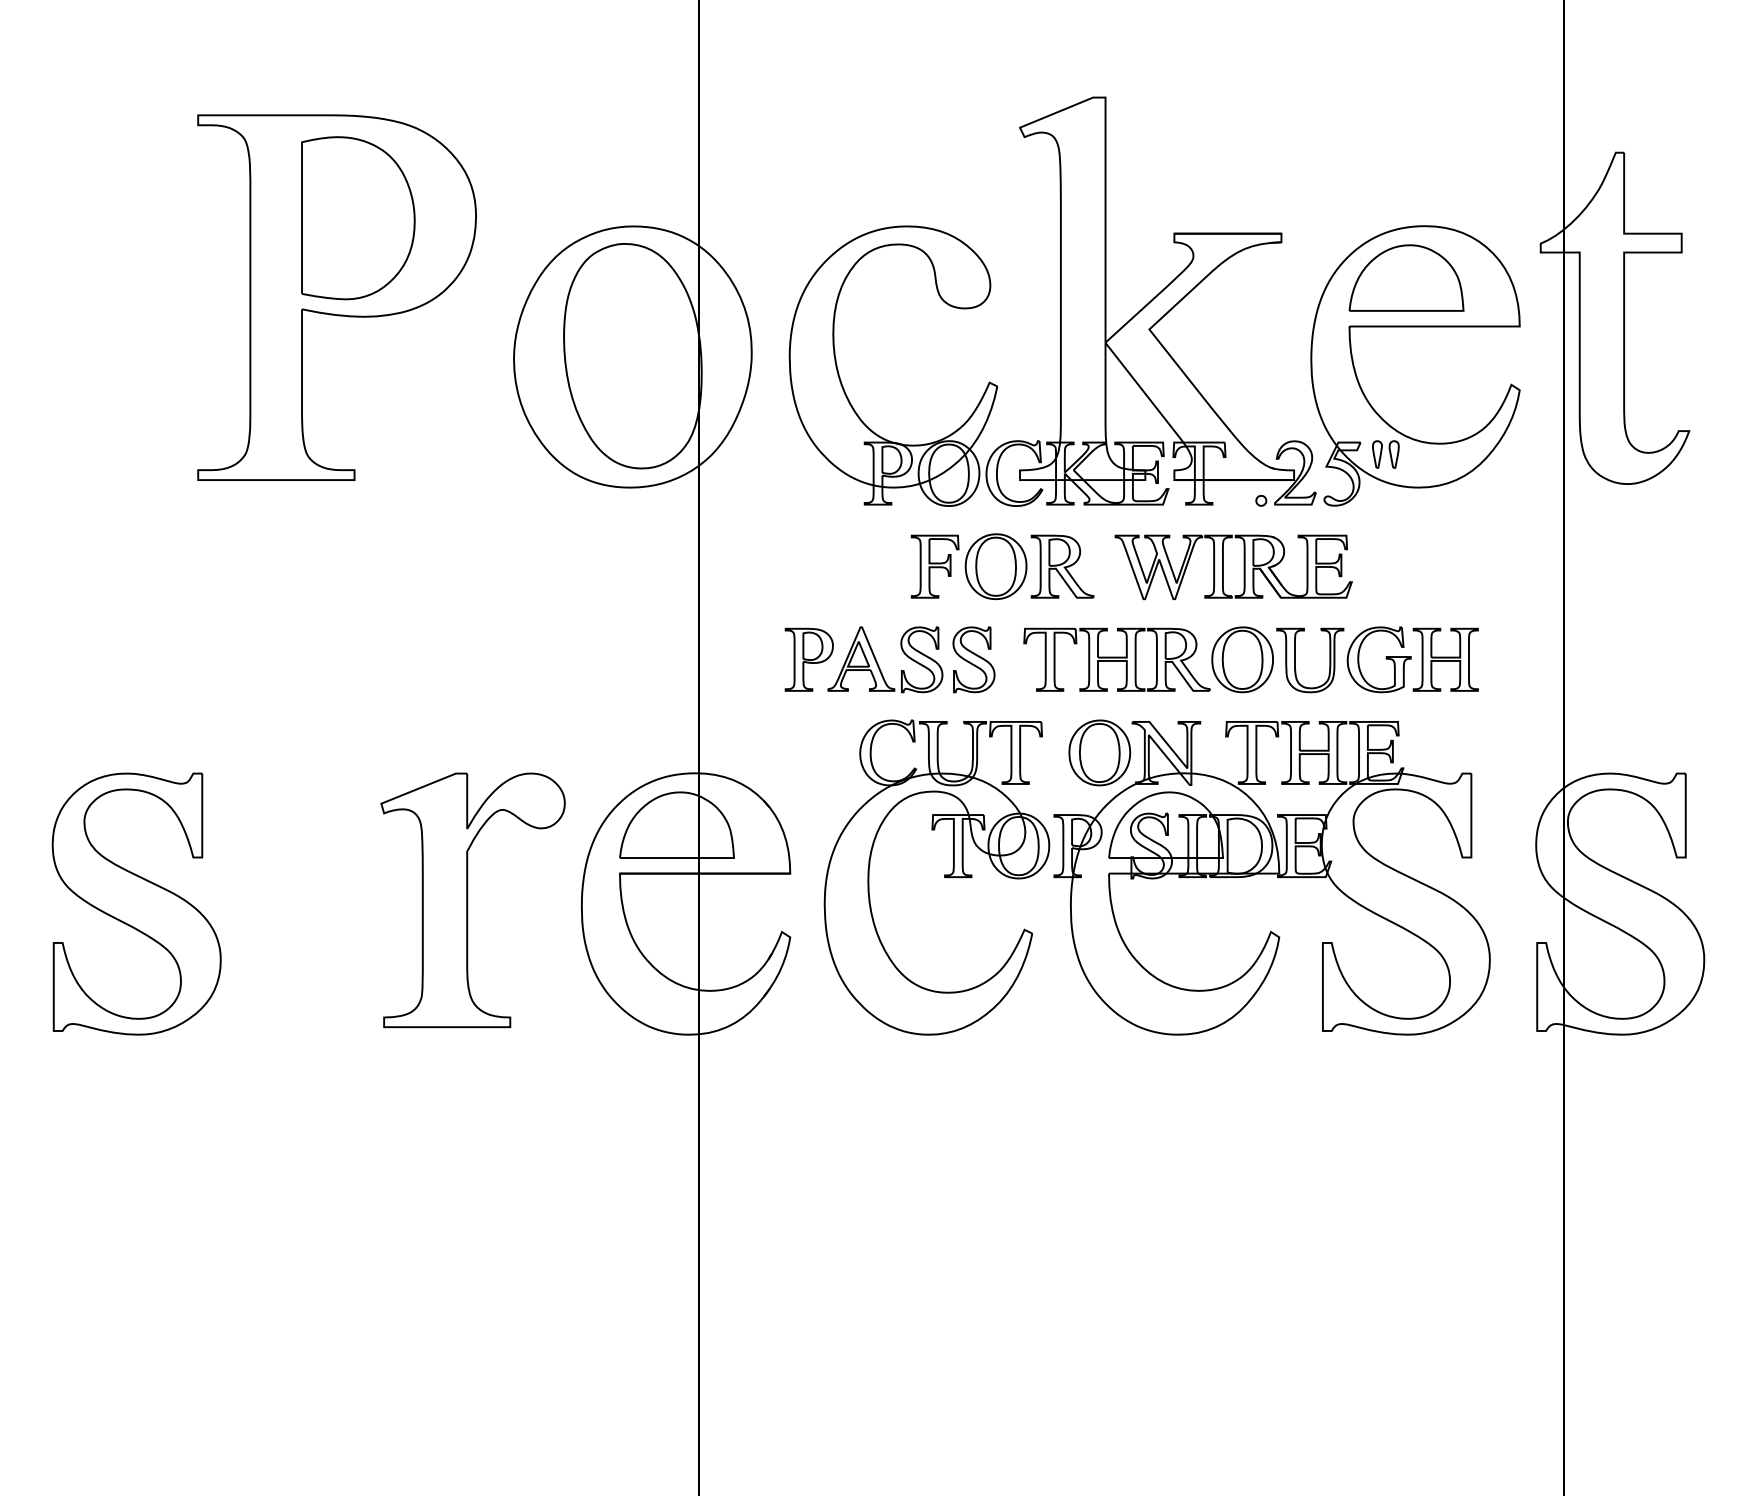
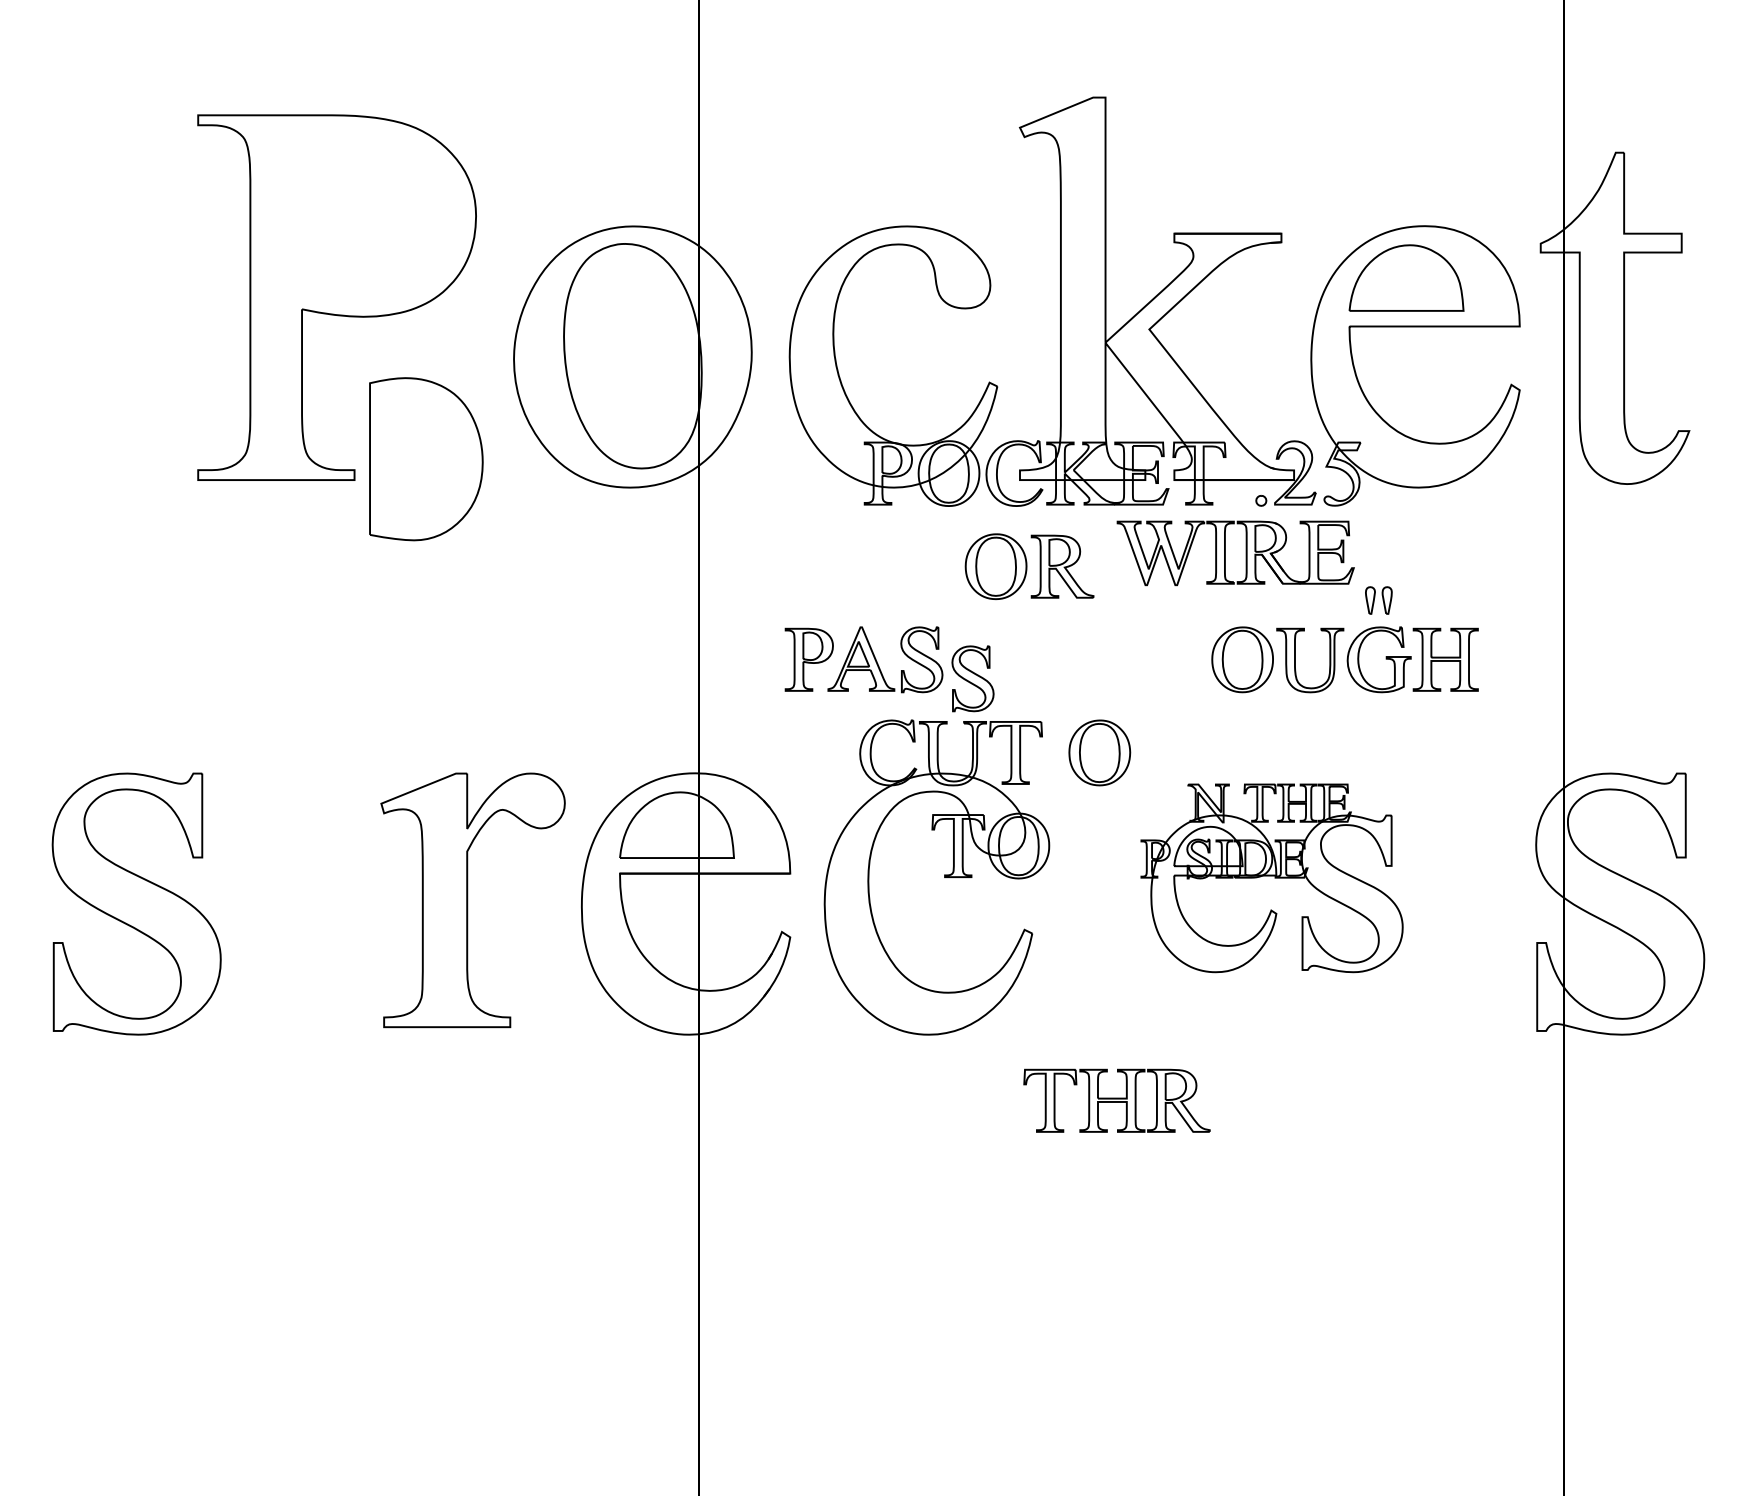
part at (358, 218) position: (358, 218) -> (426, 459)
part at (1385, 454) position: (1385, 454) -> (1378, 600)
part at (934, 566): present -> none
part at (1223, 567) position: (1223, 567) -> (1225, 553)
part at (973, 659) position: (973, 659) -> (972, 678)
part at (1116, 659) position: (1116, 659) -> (1116, 1100)
part at (1271, 878) size: 438x315 px -> 264x191 px
